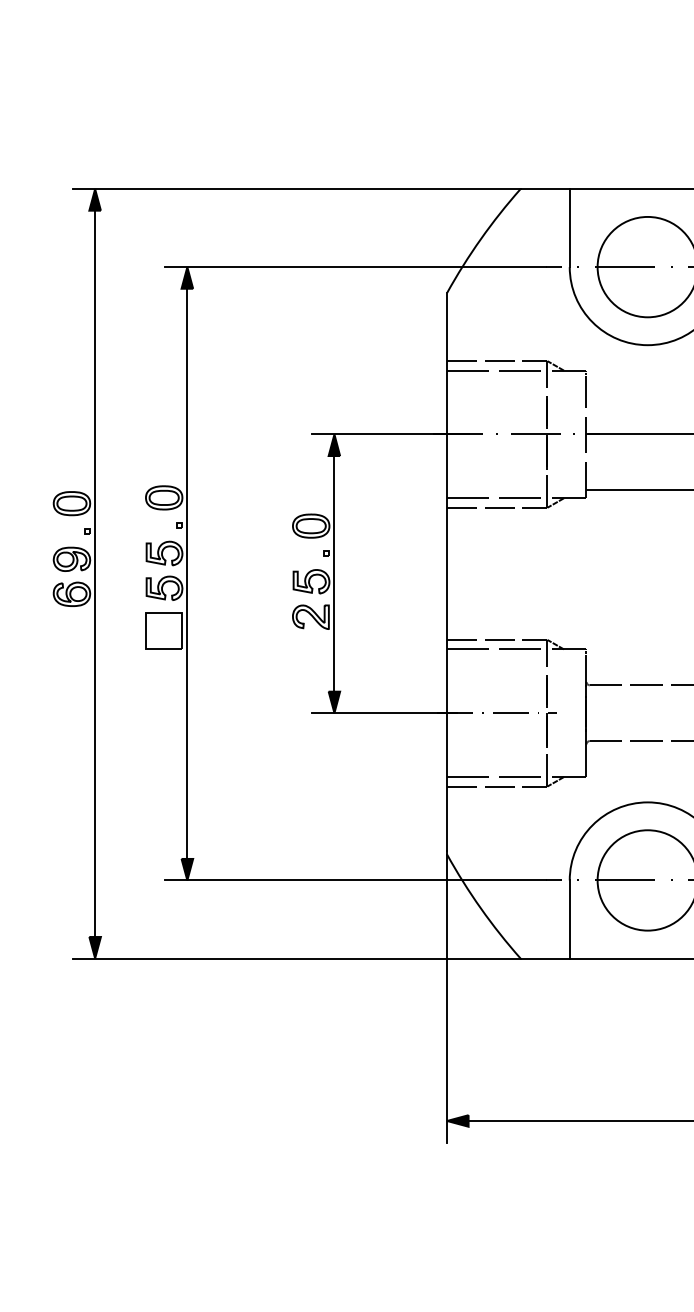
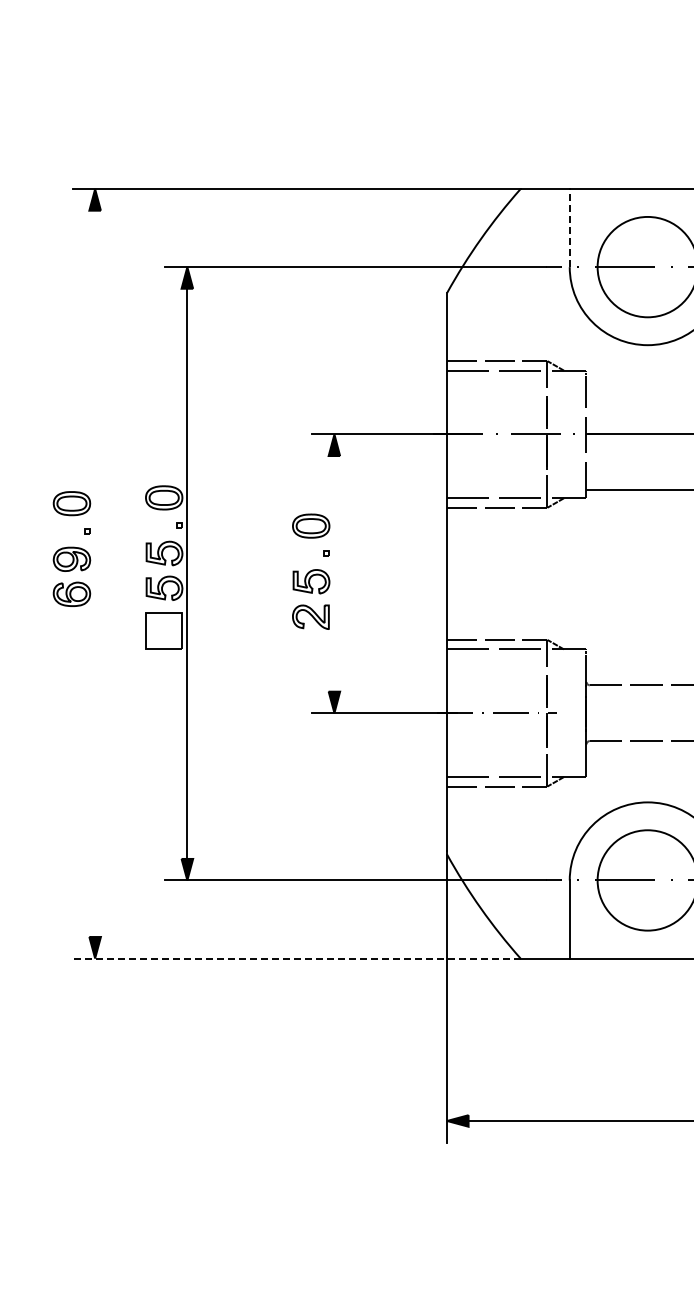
line at (569, 227): solid -> dashed
line at (95, 573): present -> none
line at (334, 573): present -> none
line at (296, 958): solid -> dashed
